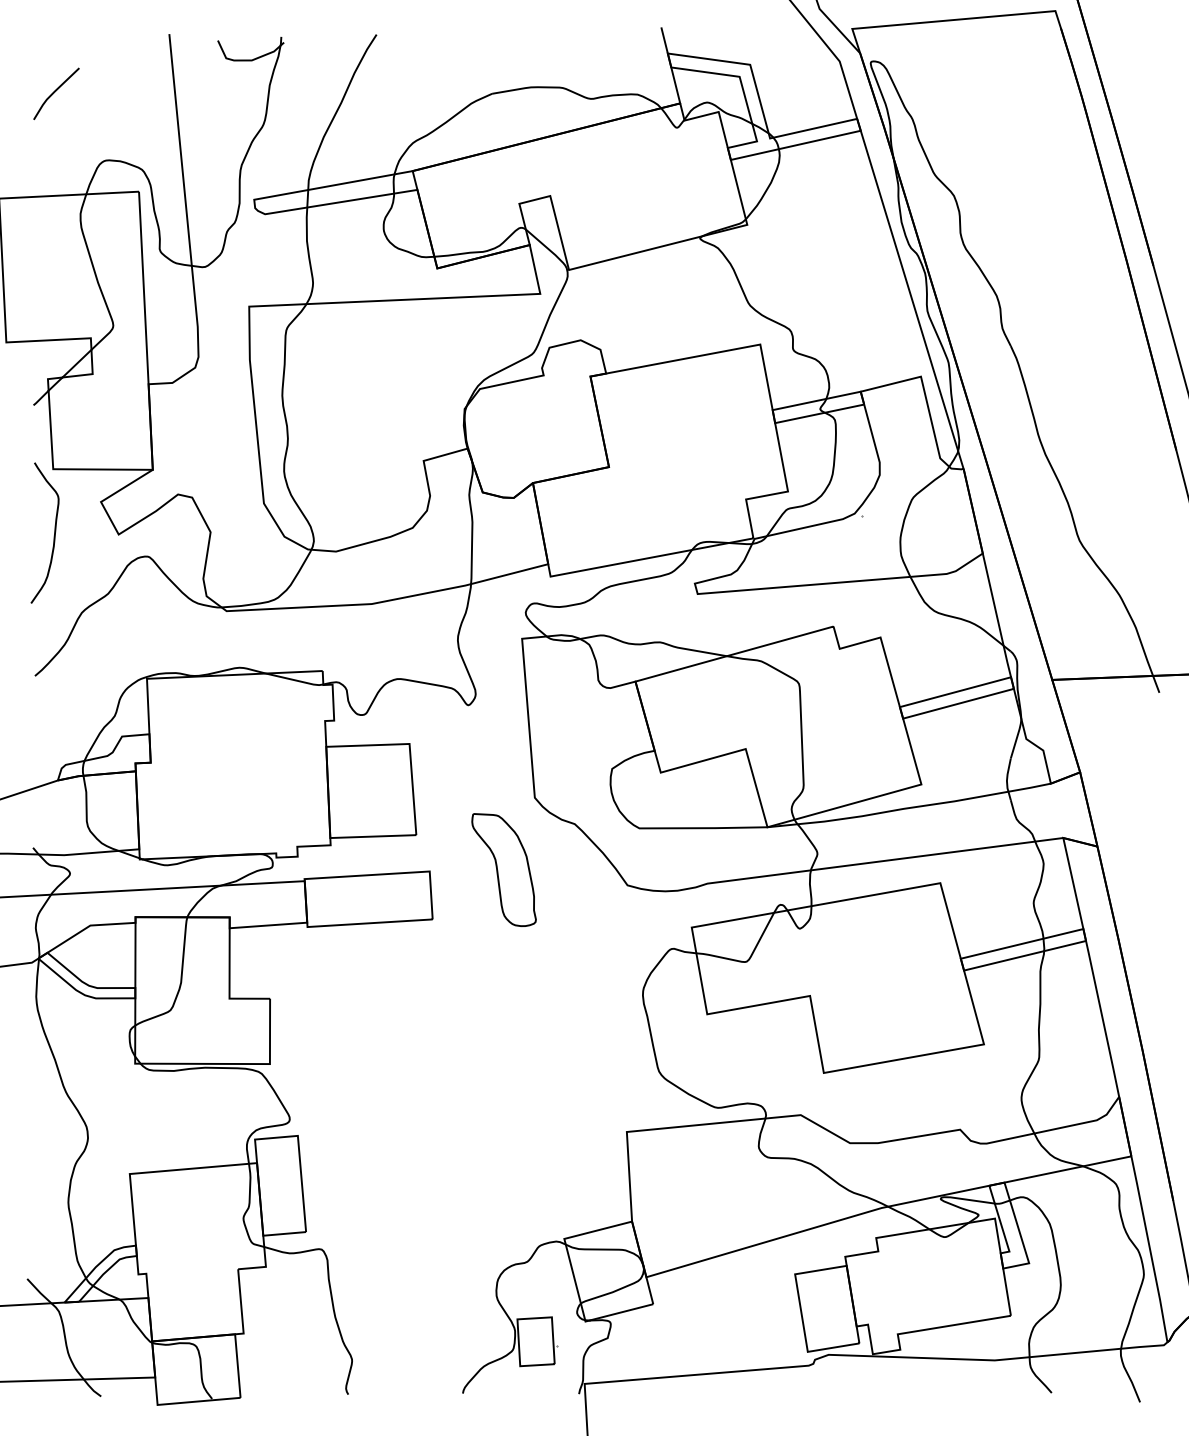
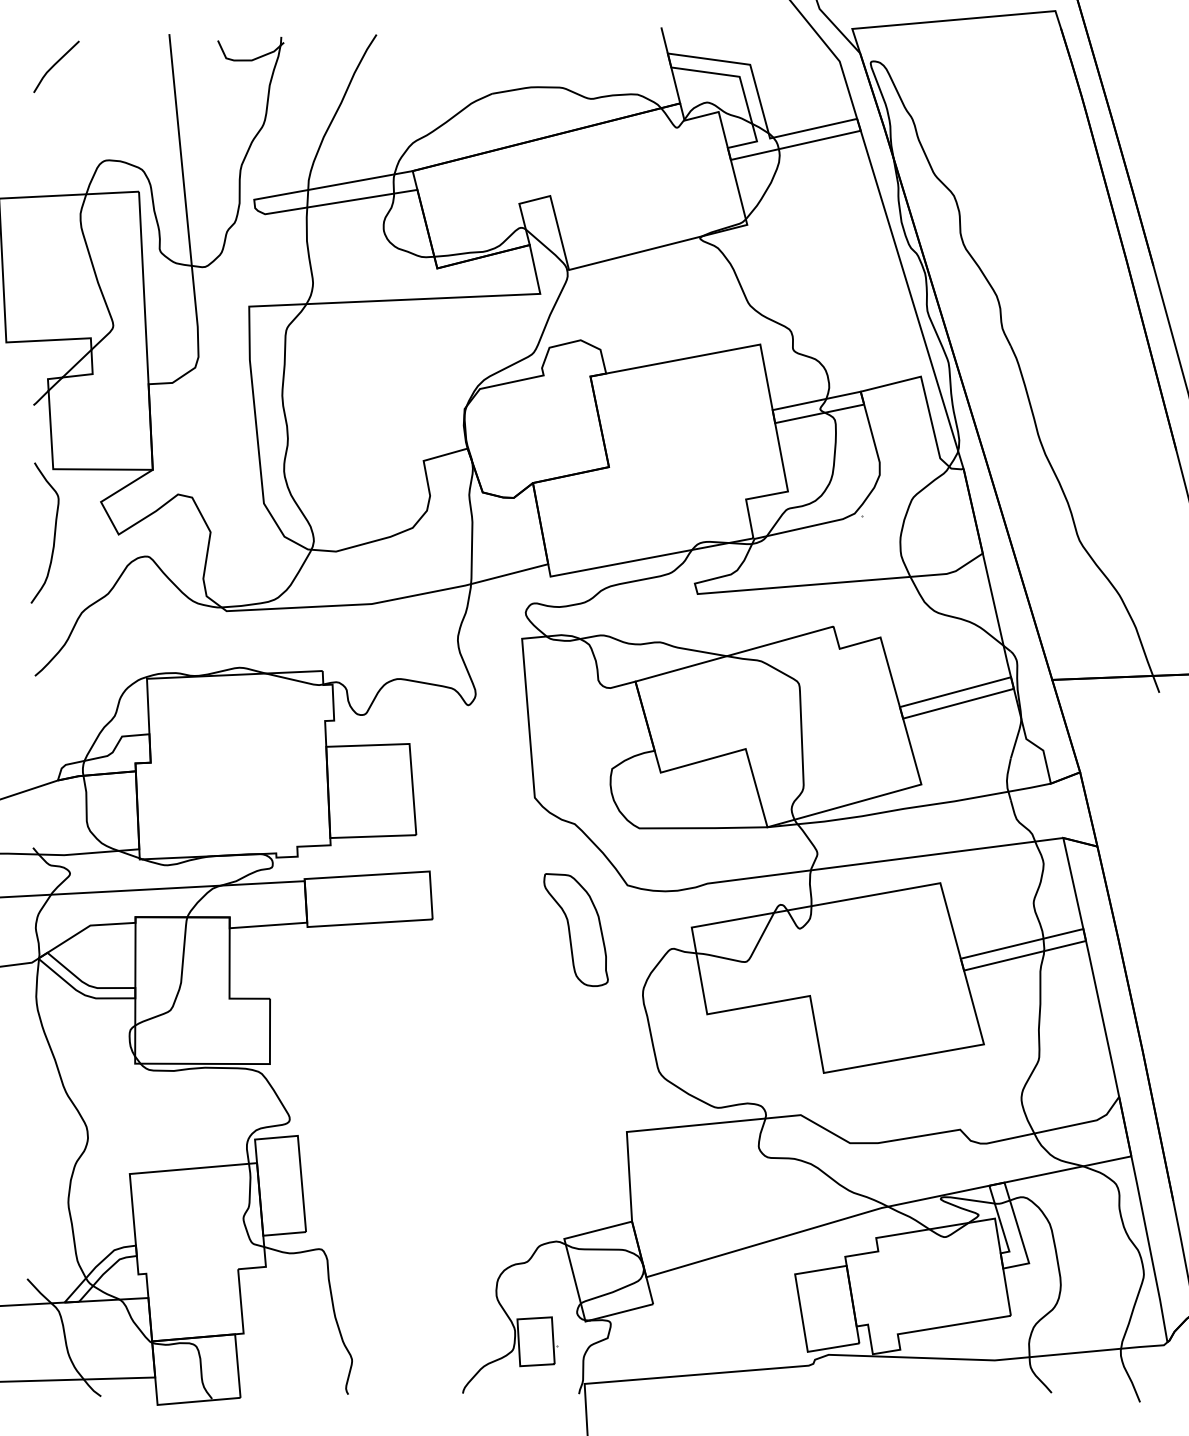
line at (55, 92) position: (55, 92) -> (55, 65)
part at (503, 869) position: (503, 869) -> (575, 929)
